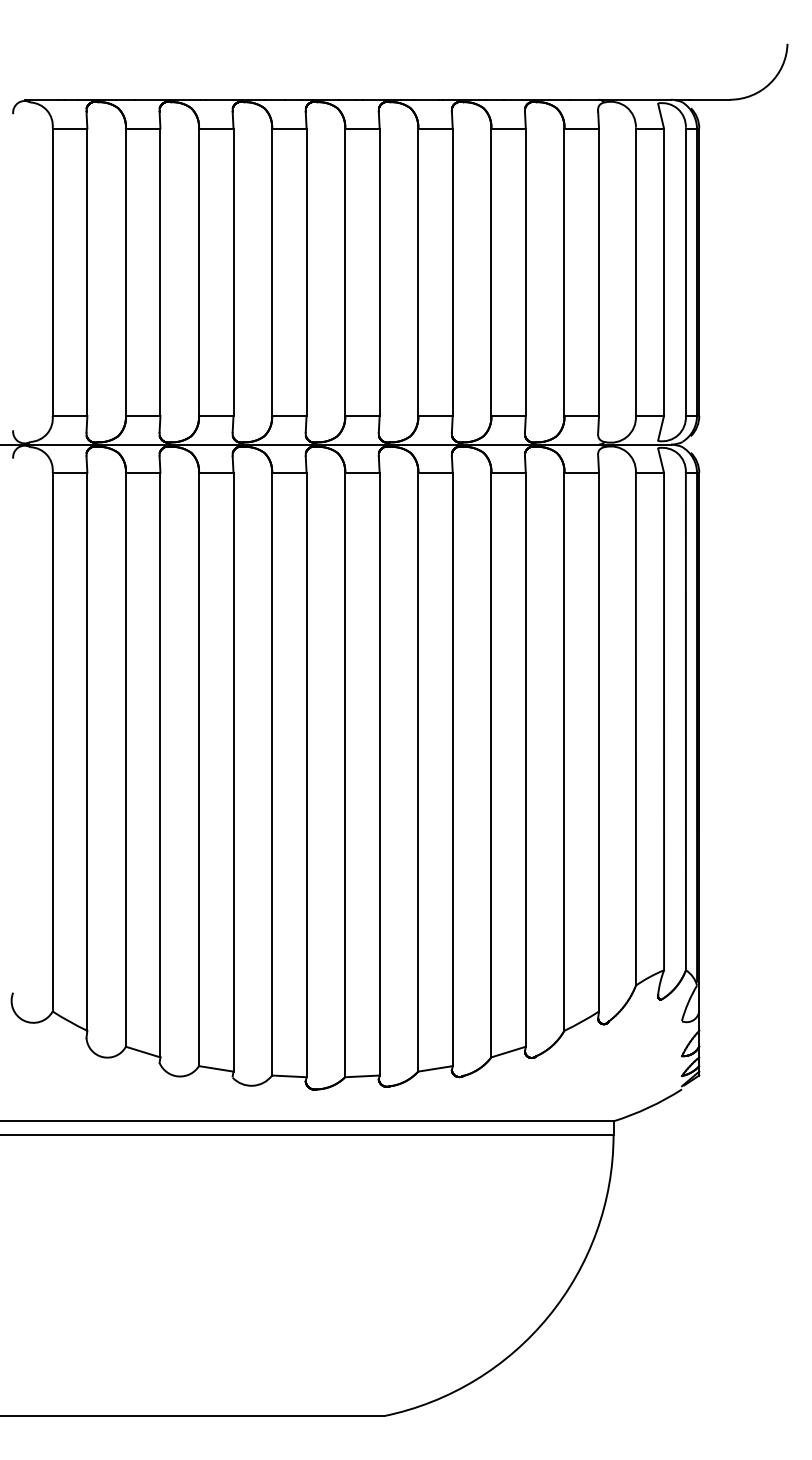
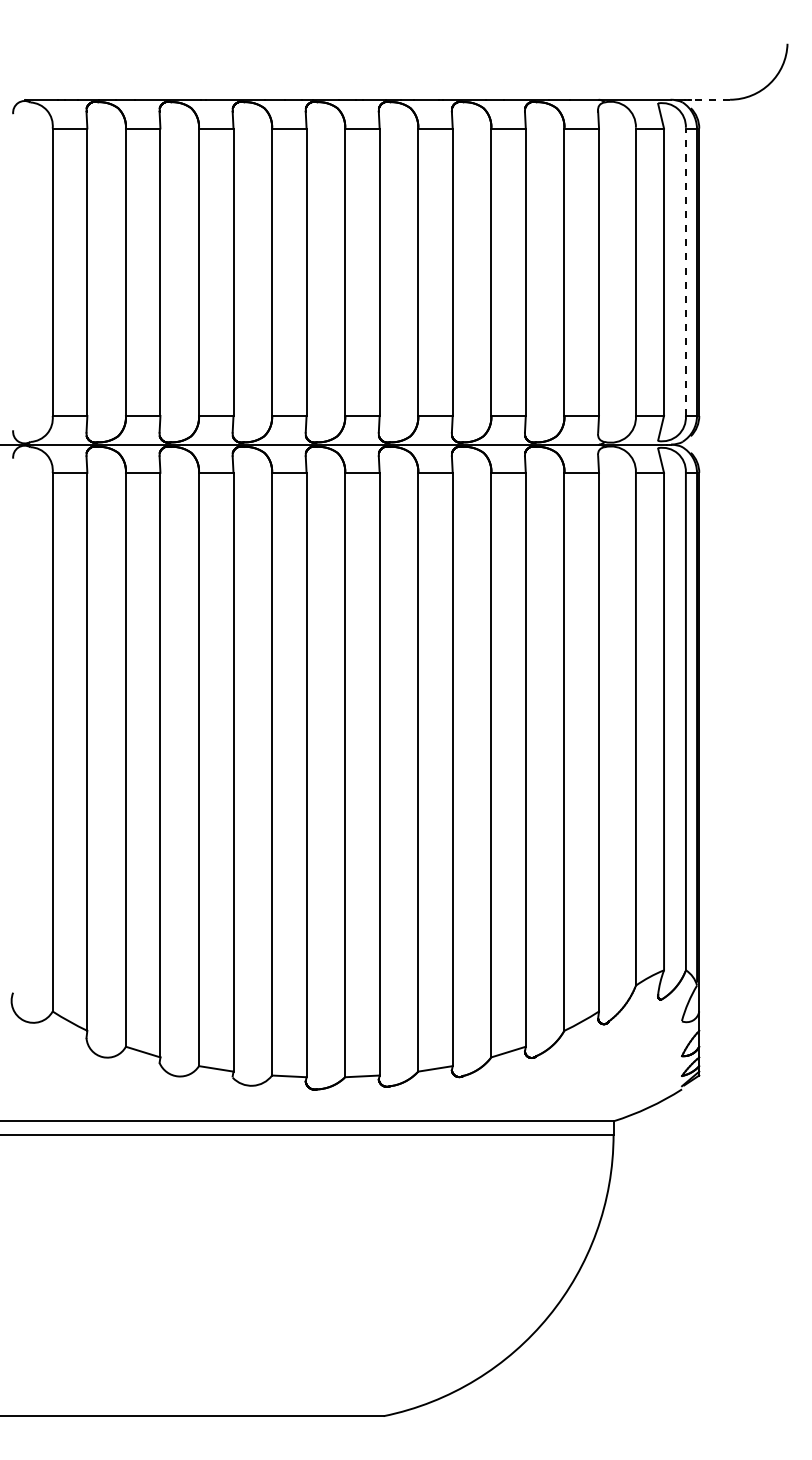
line at (710, 99): solid -> dashed
line at (685, 272): solid -> dashed
